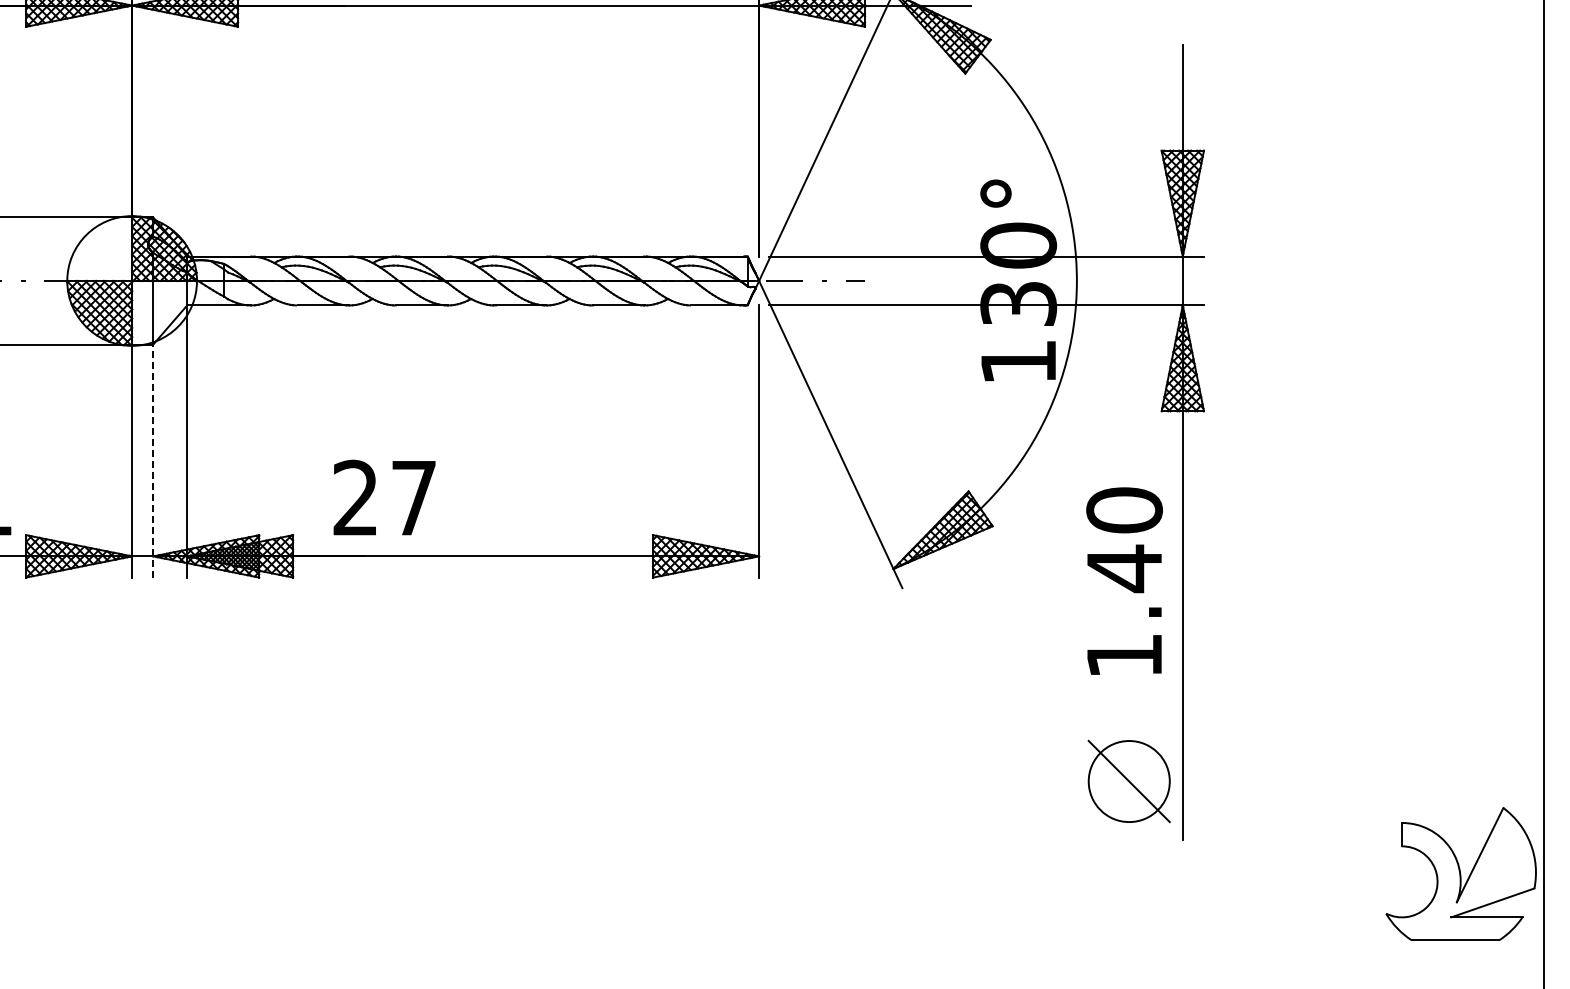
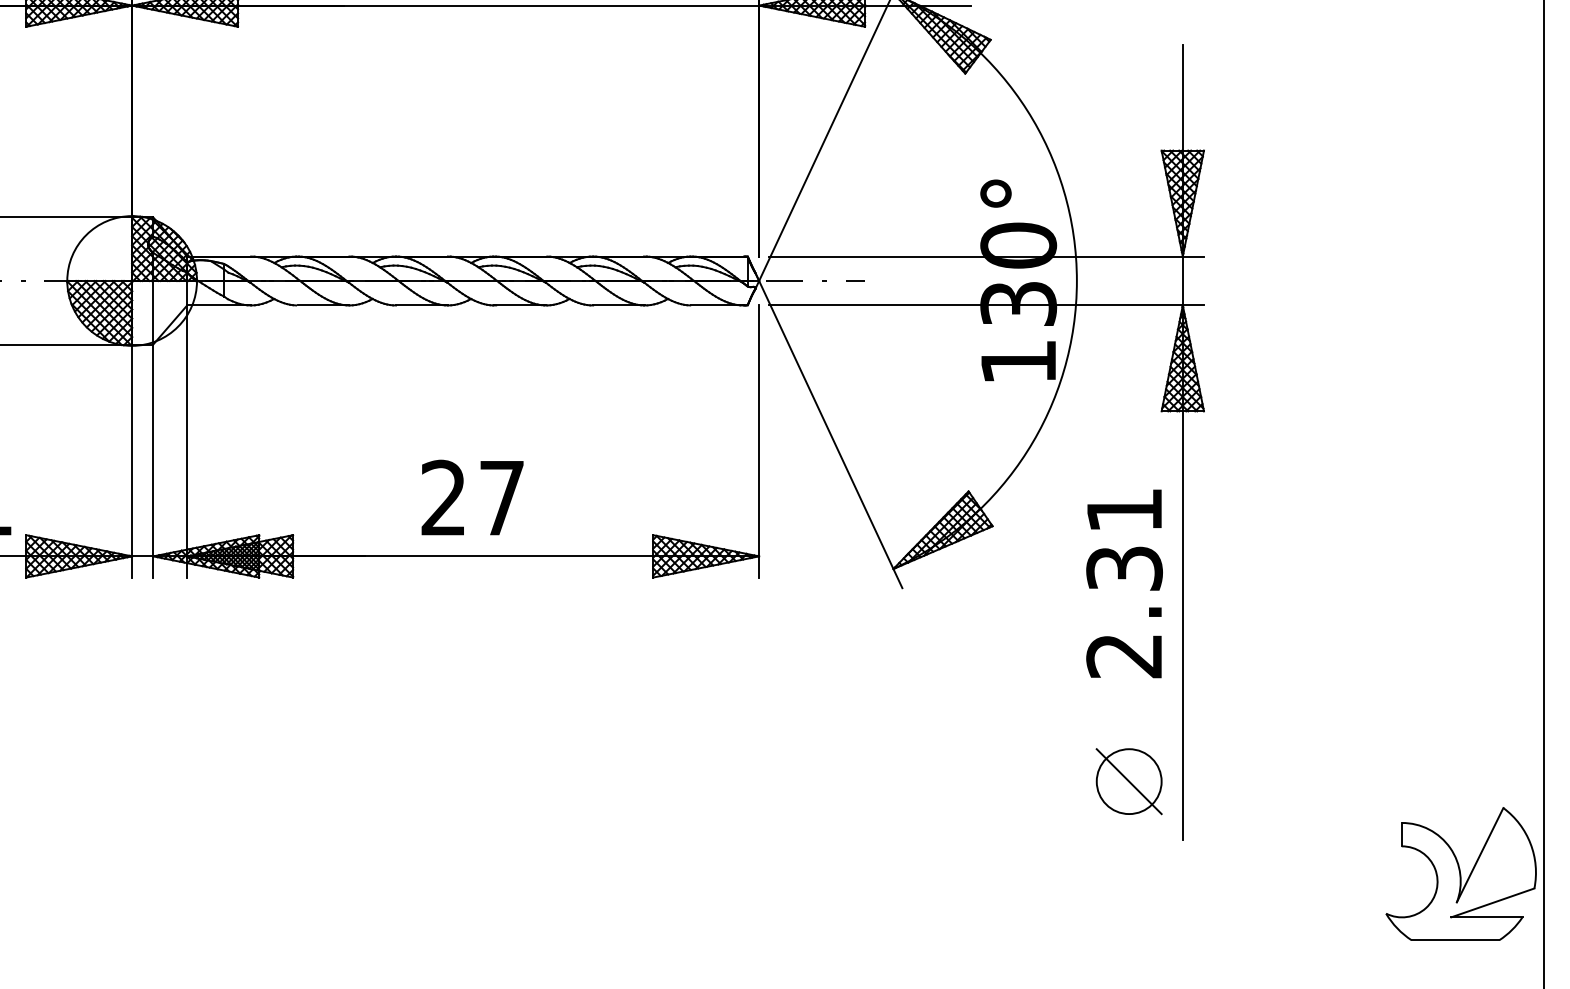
line at (153, 461): dashed -> solid
text at (384, 497) position: (384, 497) -> (472, 497)
text at (1124, 582): 1.40 -> 2.31
part at (1128, 781) size: 84x85 px -> 68x68 px
